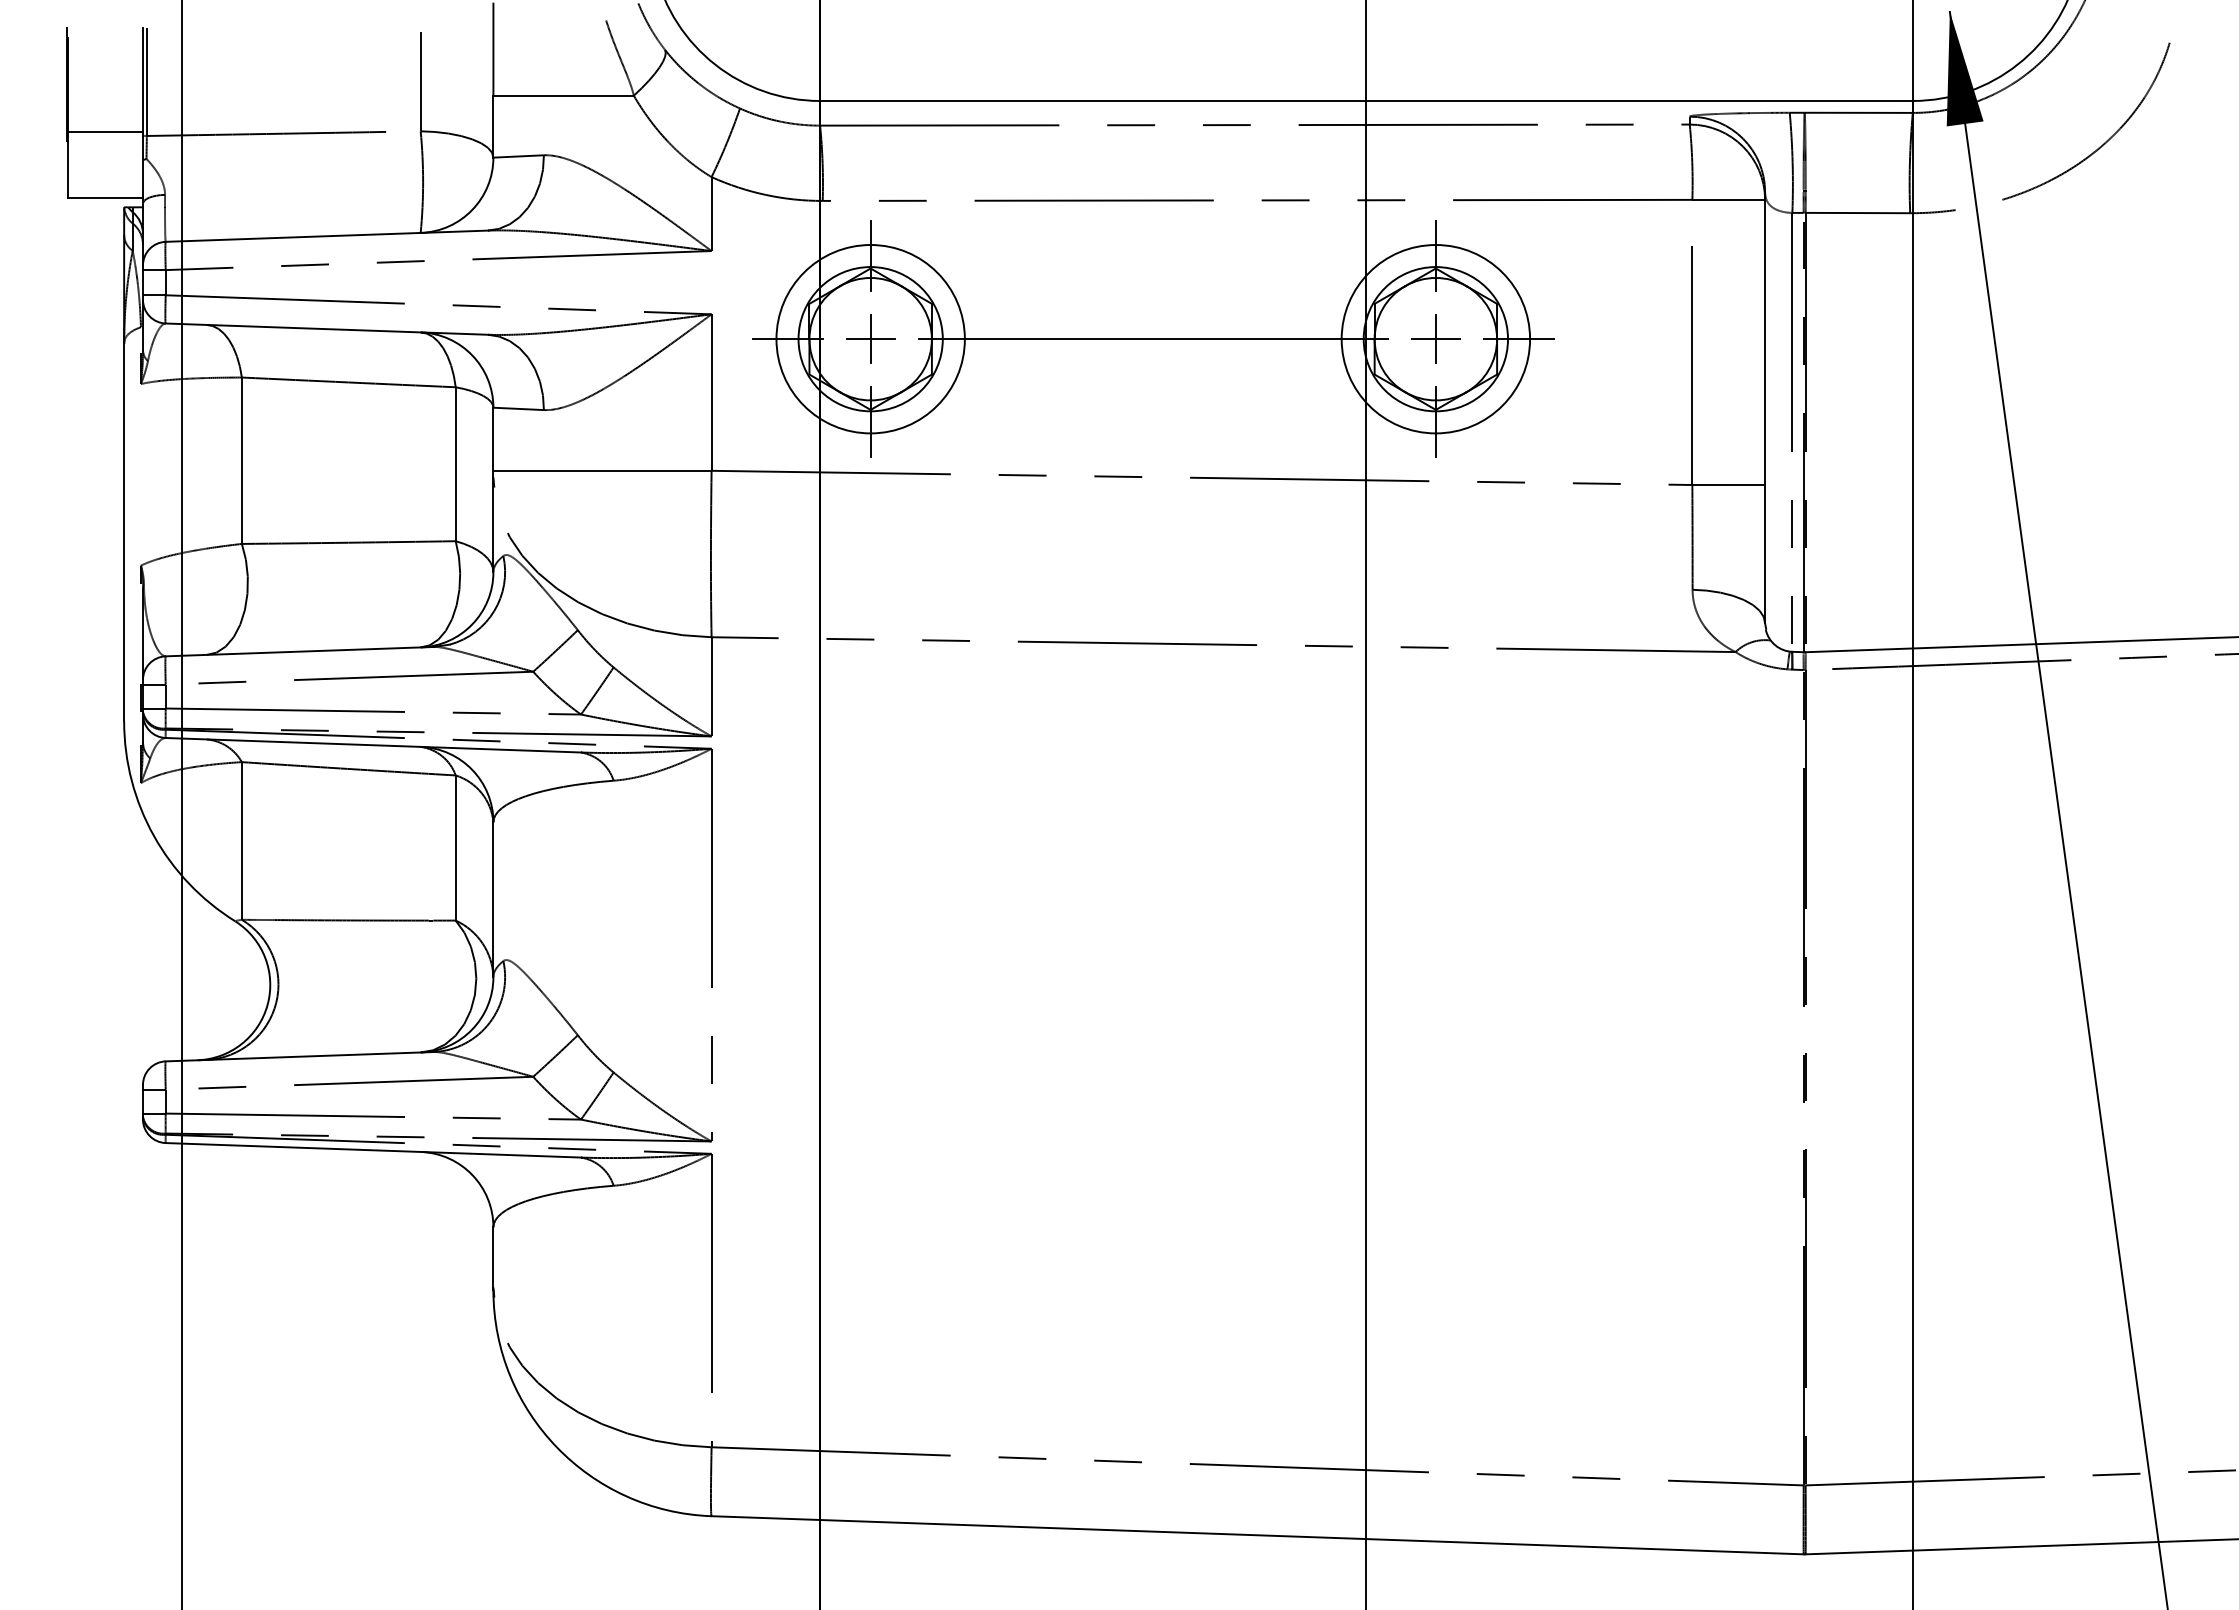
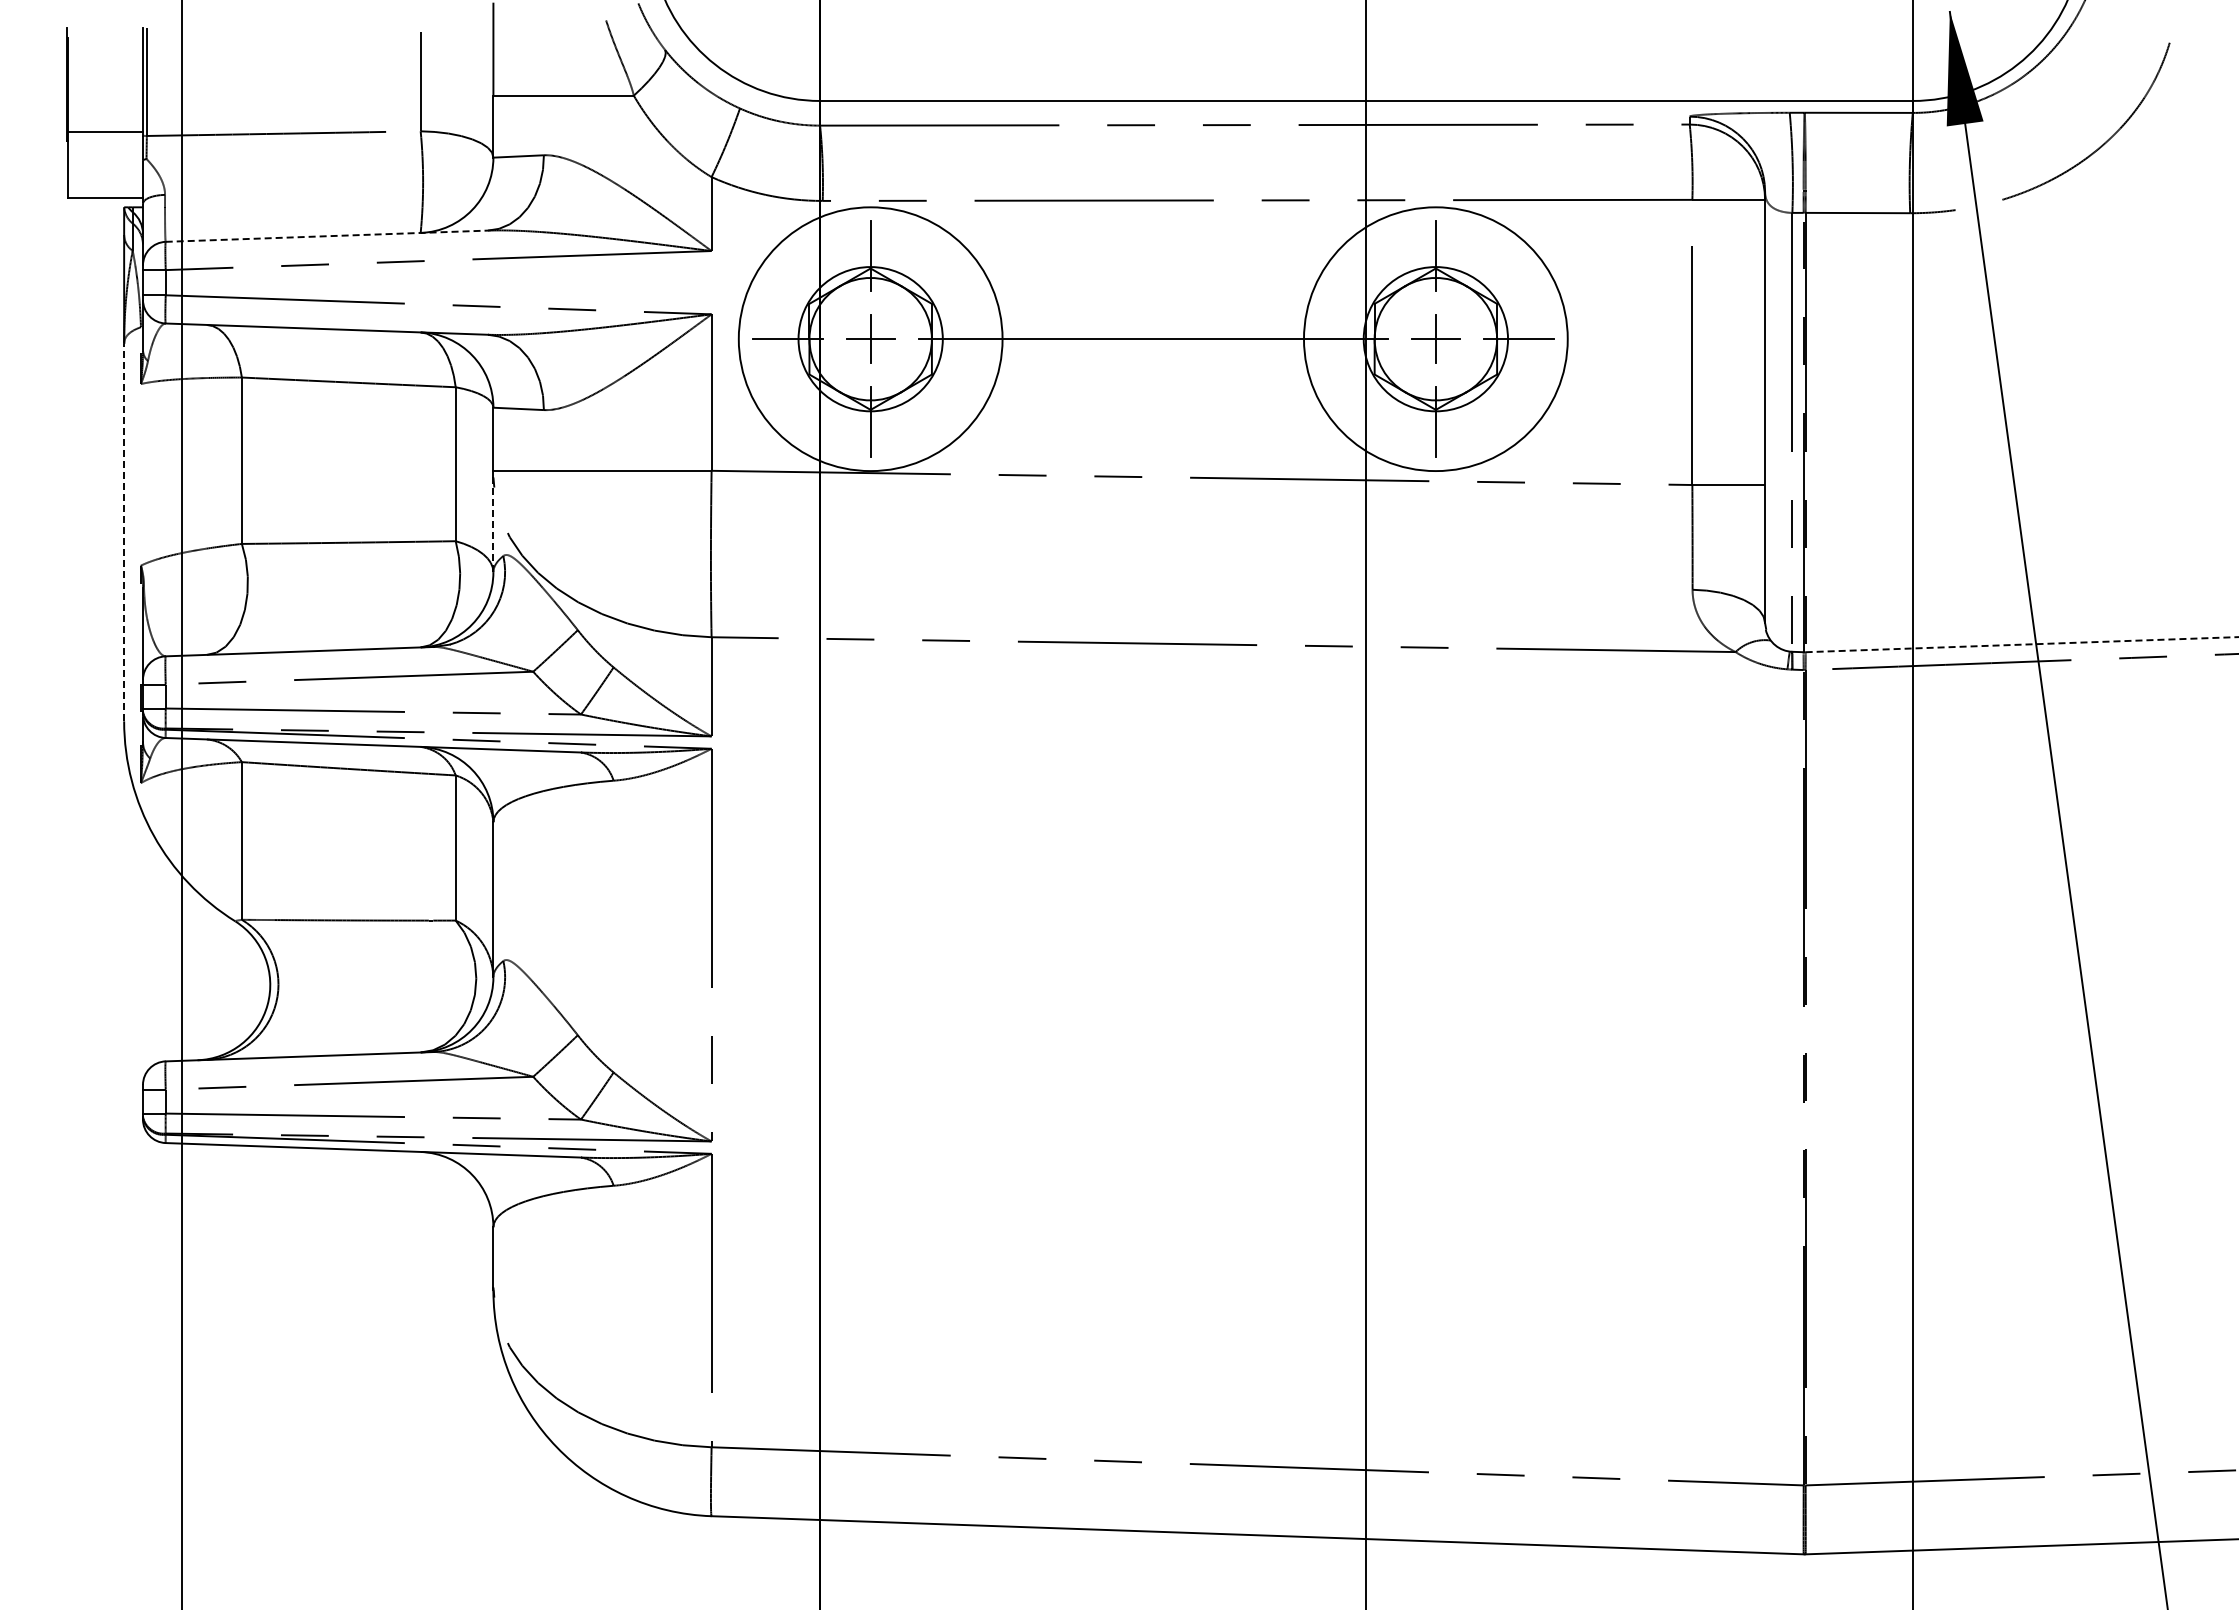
line at (327, 236): solid -> dashed
circle at (870, 339) diameter: 188 px -> 264 px
circle at (1435, 339) diameter: 188 px -> 264 px
line at (493, 524): solid -> dashed
line at (124, 532): solid -> dashed
line at (2022, 644): solid -> dashed
